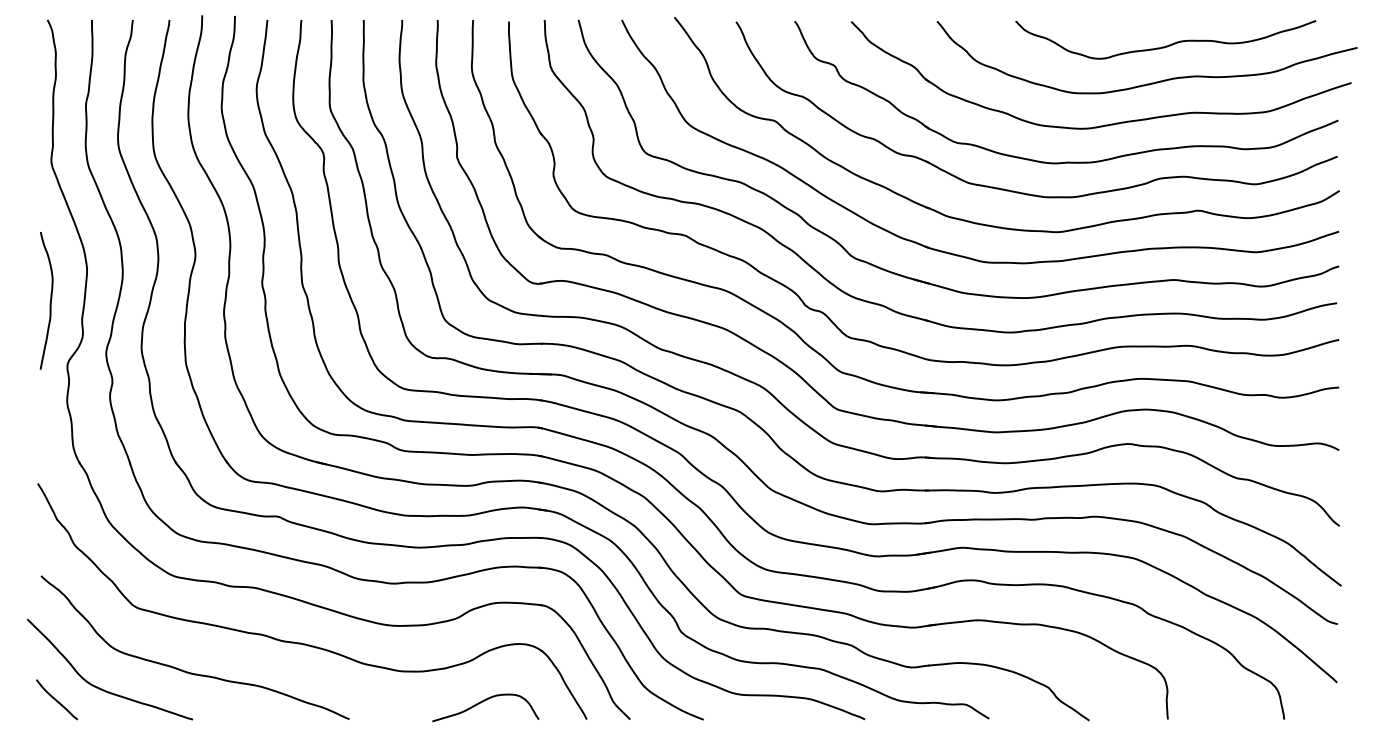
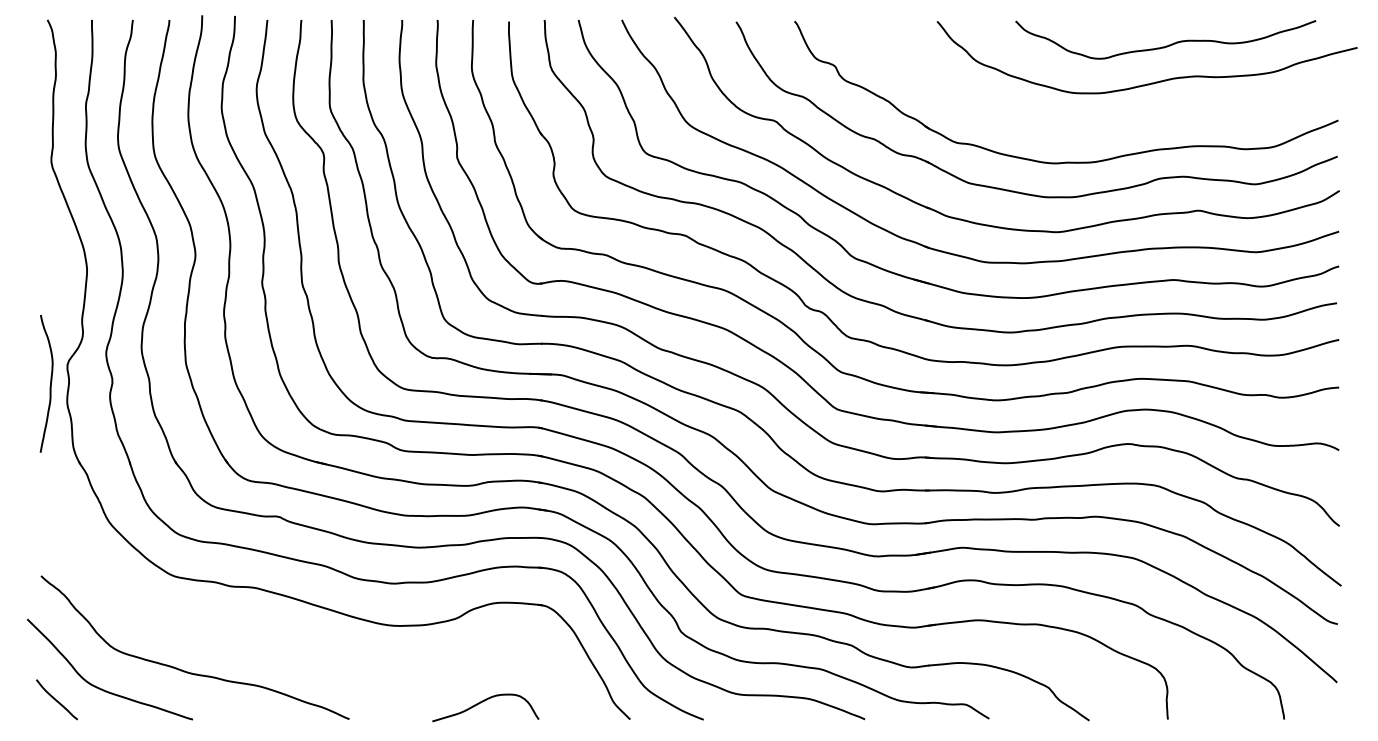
part at (1110, 123): present -> none
curve at (50, 300) position: (50, 300) -> (50, 383)
part at (301, 642): present -> none
